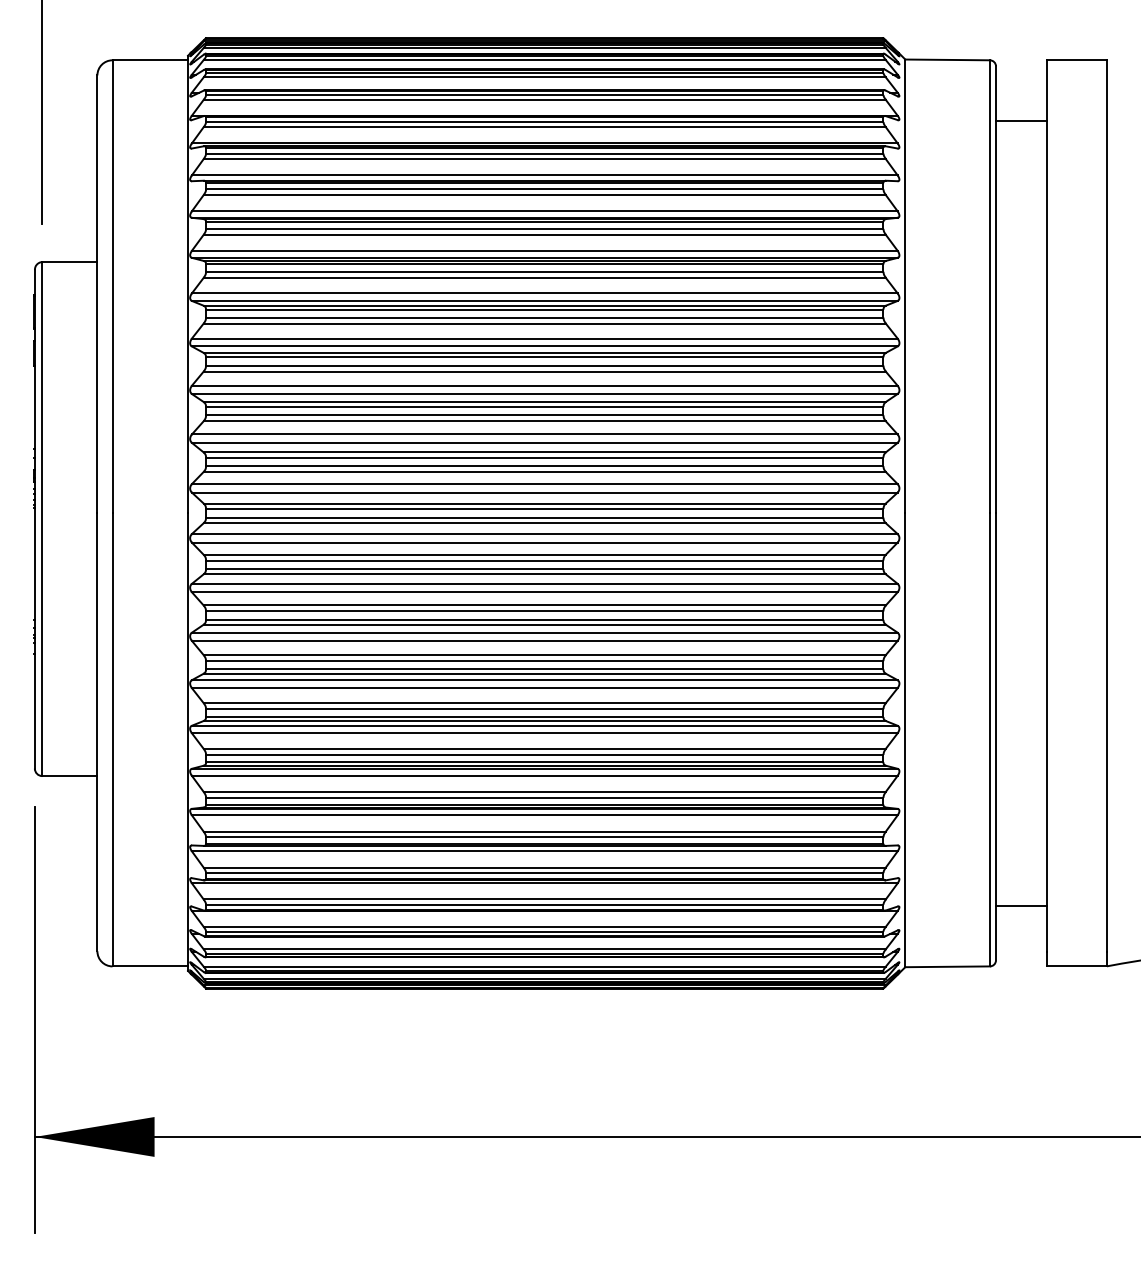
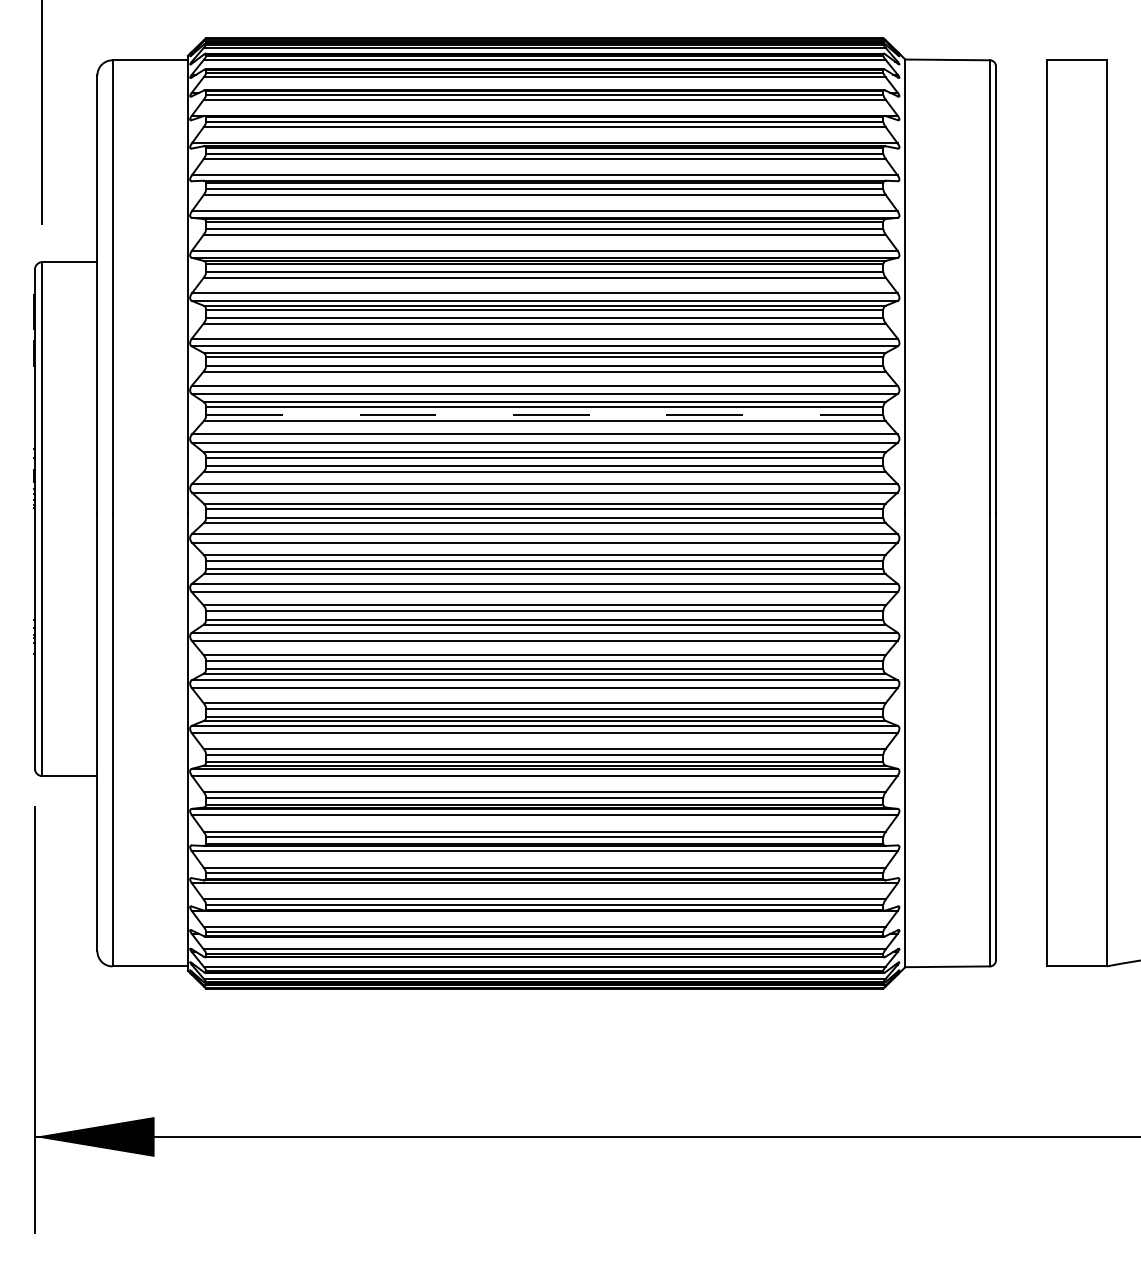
line at (1020, 120): present -> none
line at (544, 415): solid -> dashed
line at (1020, 905): present -> none
